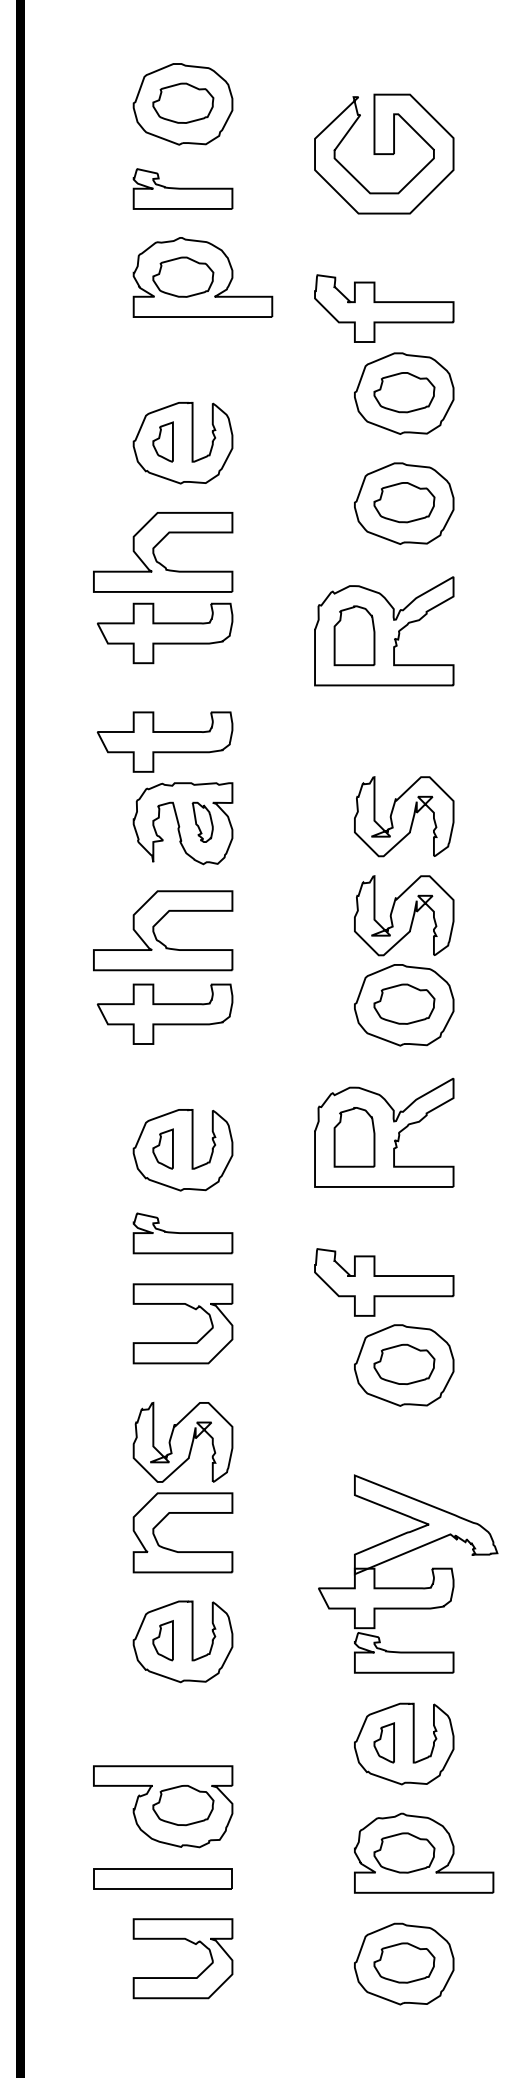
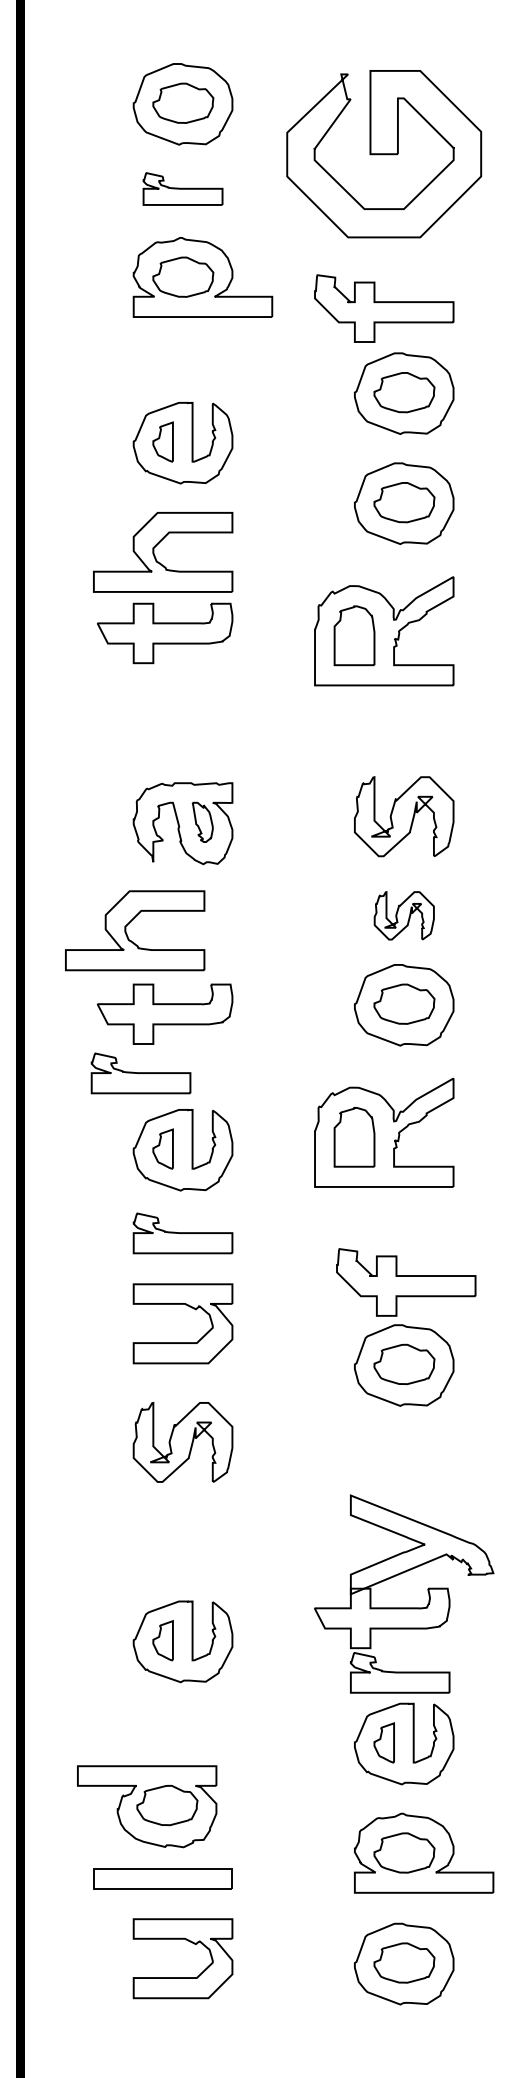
part at (384, 153) size: 141x122 px -> 197x169 px
part at (182, 188) size: 102x42 px -> 82x34 px
part at (164, 741): present -> none
part at (404, 915) size: 101x82 px -> 62x50 px
part at (157, 924) position: (157, 924) -> (129, 924)
part at (140, 1073): none -> present
part at (384, 1282) position: (384, 1282) -> (406, 1282)
part at (176, 1550): present -> none
part at (408, 1587) position: (408, 1587) -> (404, 1607)
part at (163, 1806) position: (163, 1806) -> (147, 1806)
